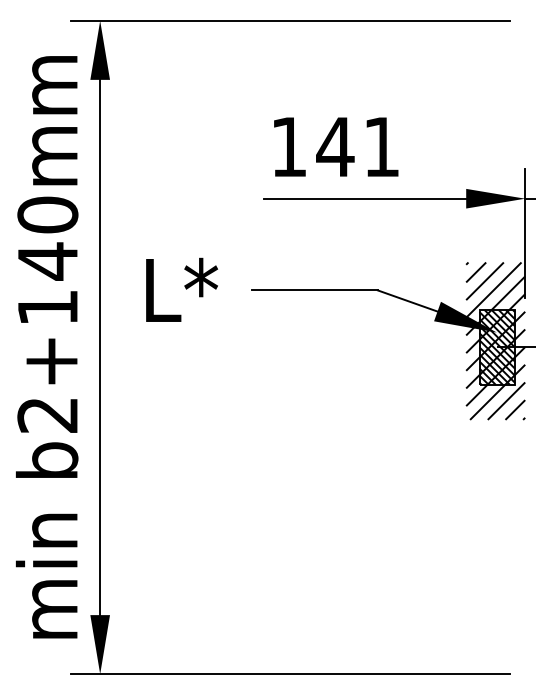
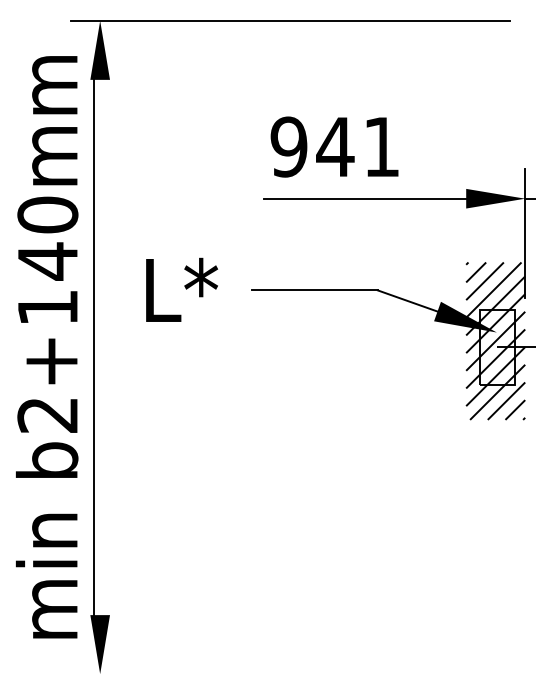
text at (288, 146): 141 -> 941
line at (100, 347) position: (100, 347) -> (94, 347)
hatch at (496, 347): present -> none
line at (290, 674): present -> none
